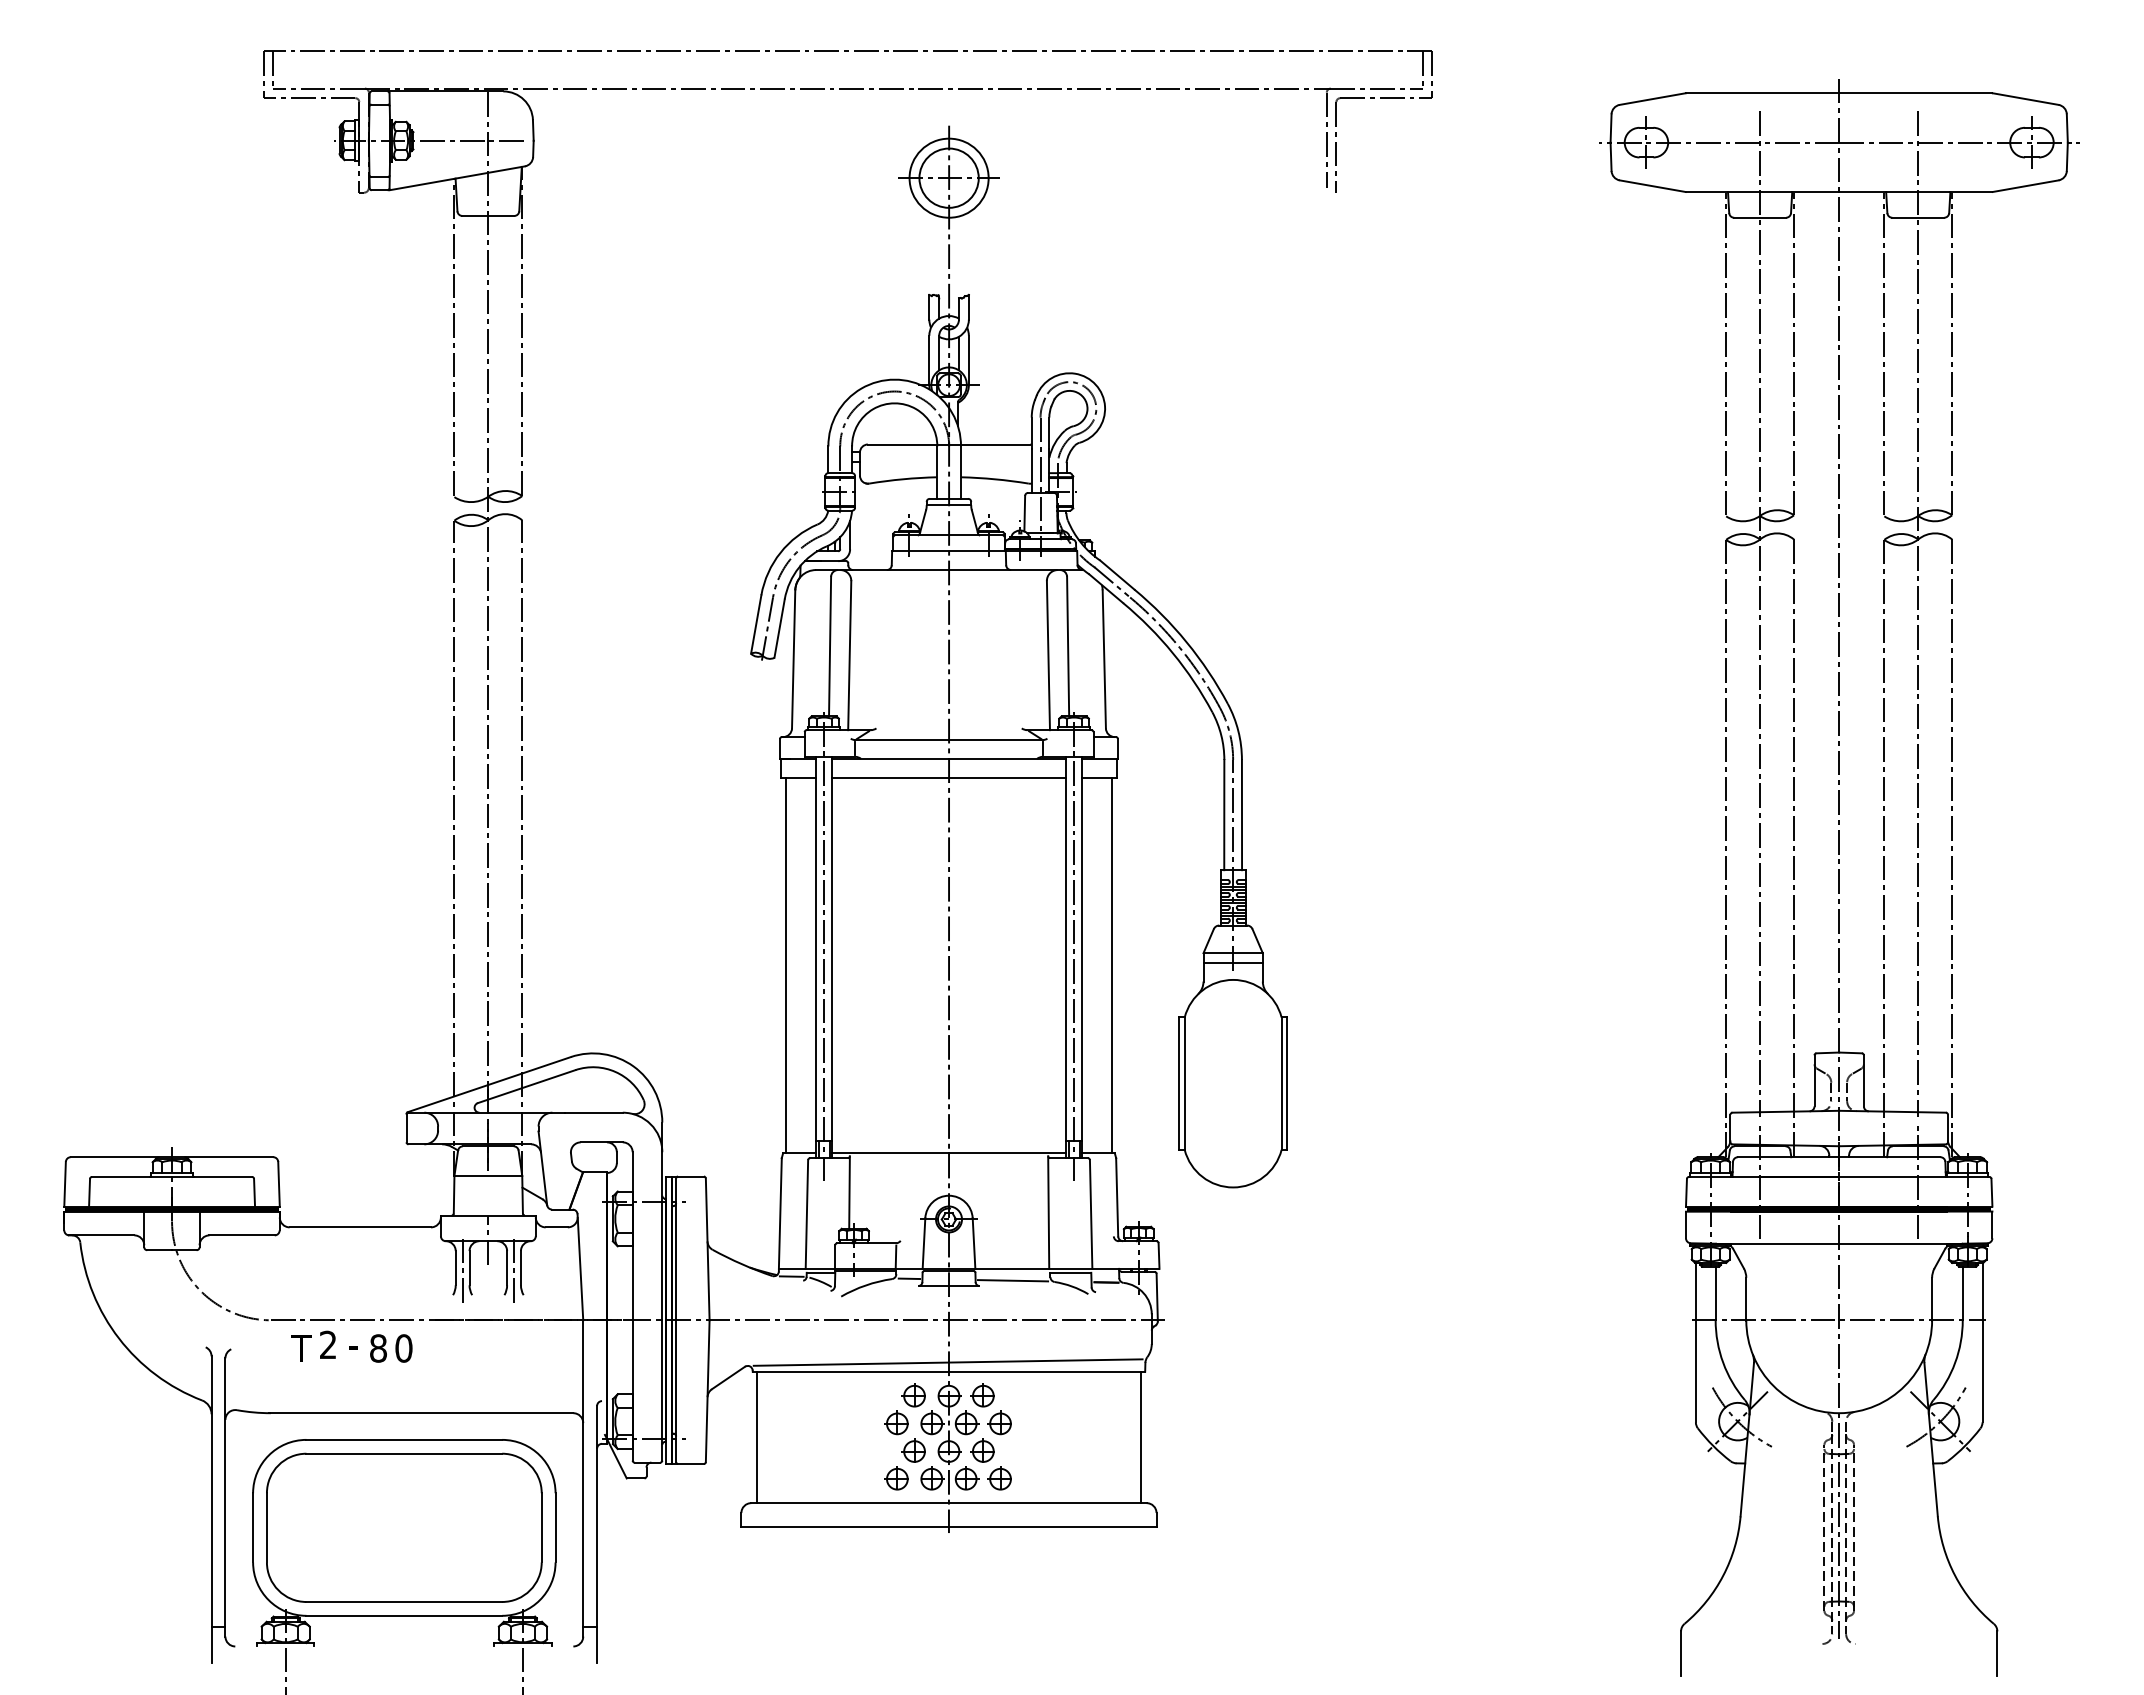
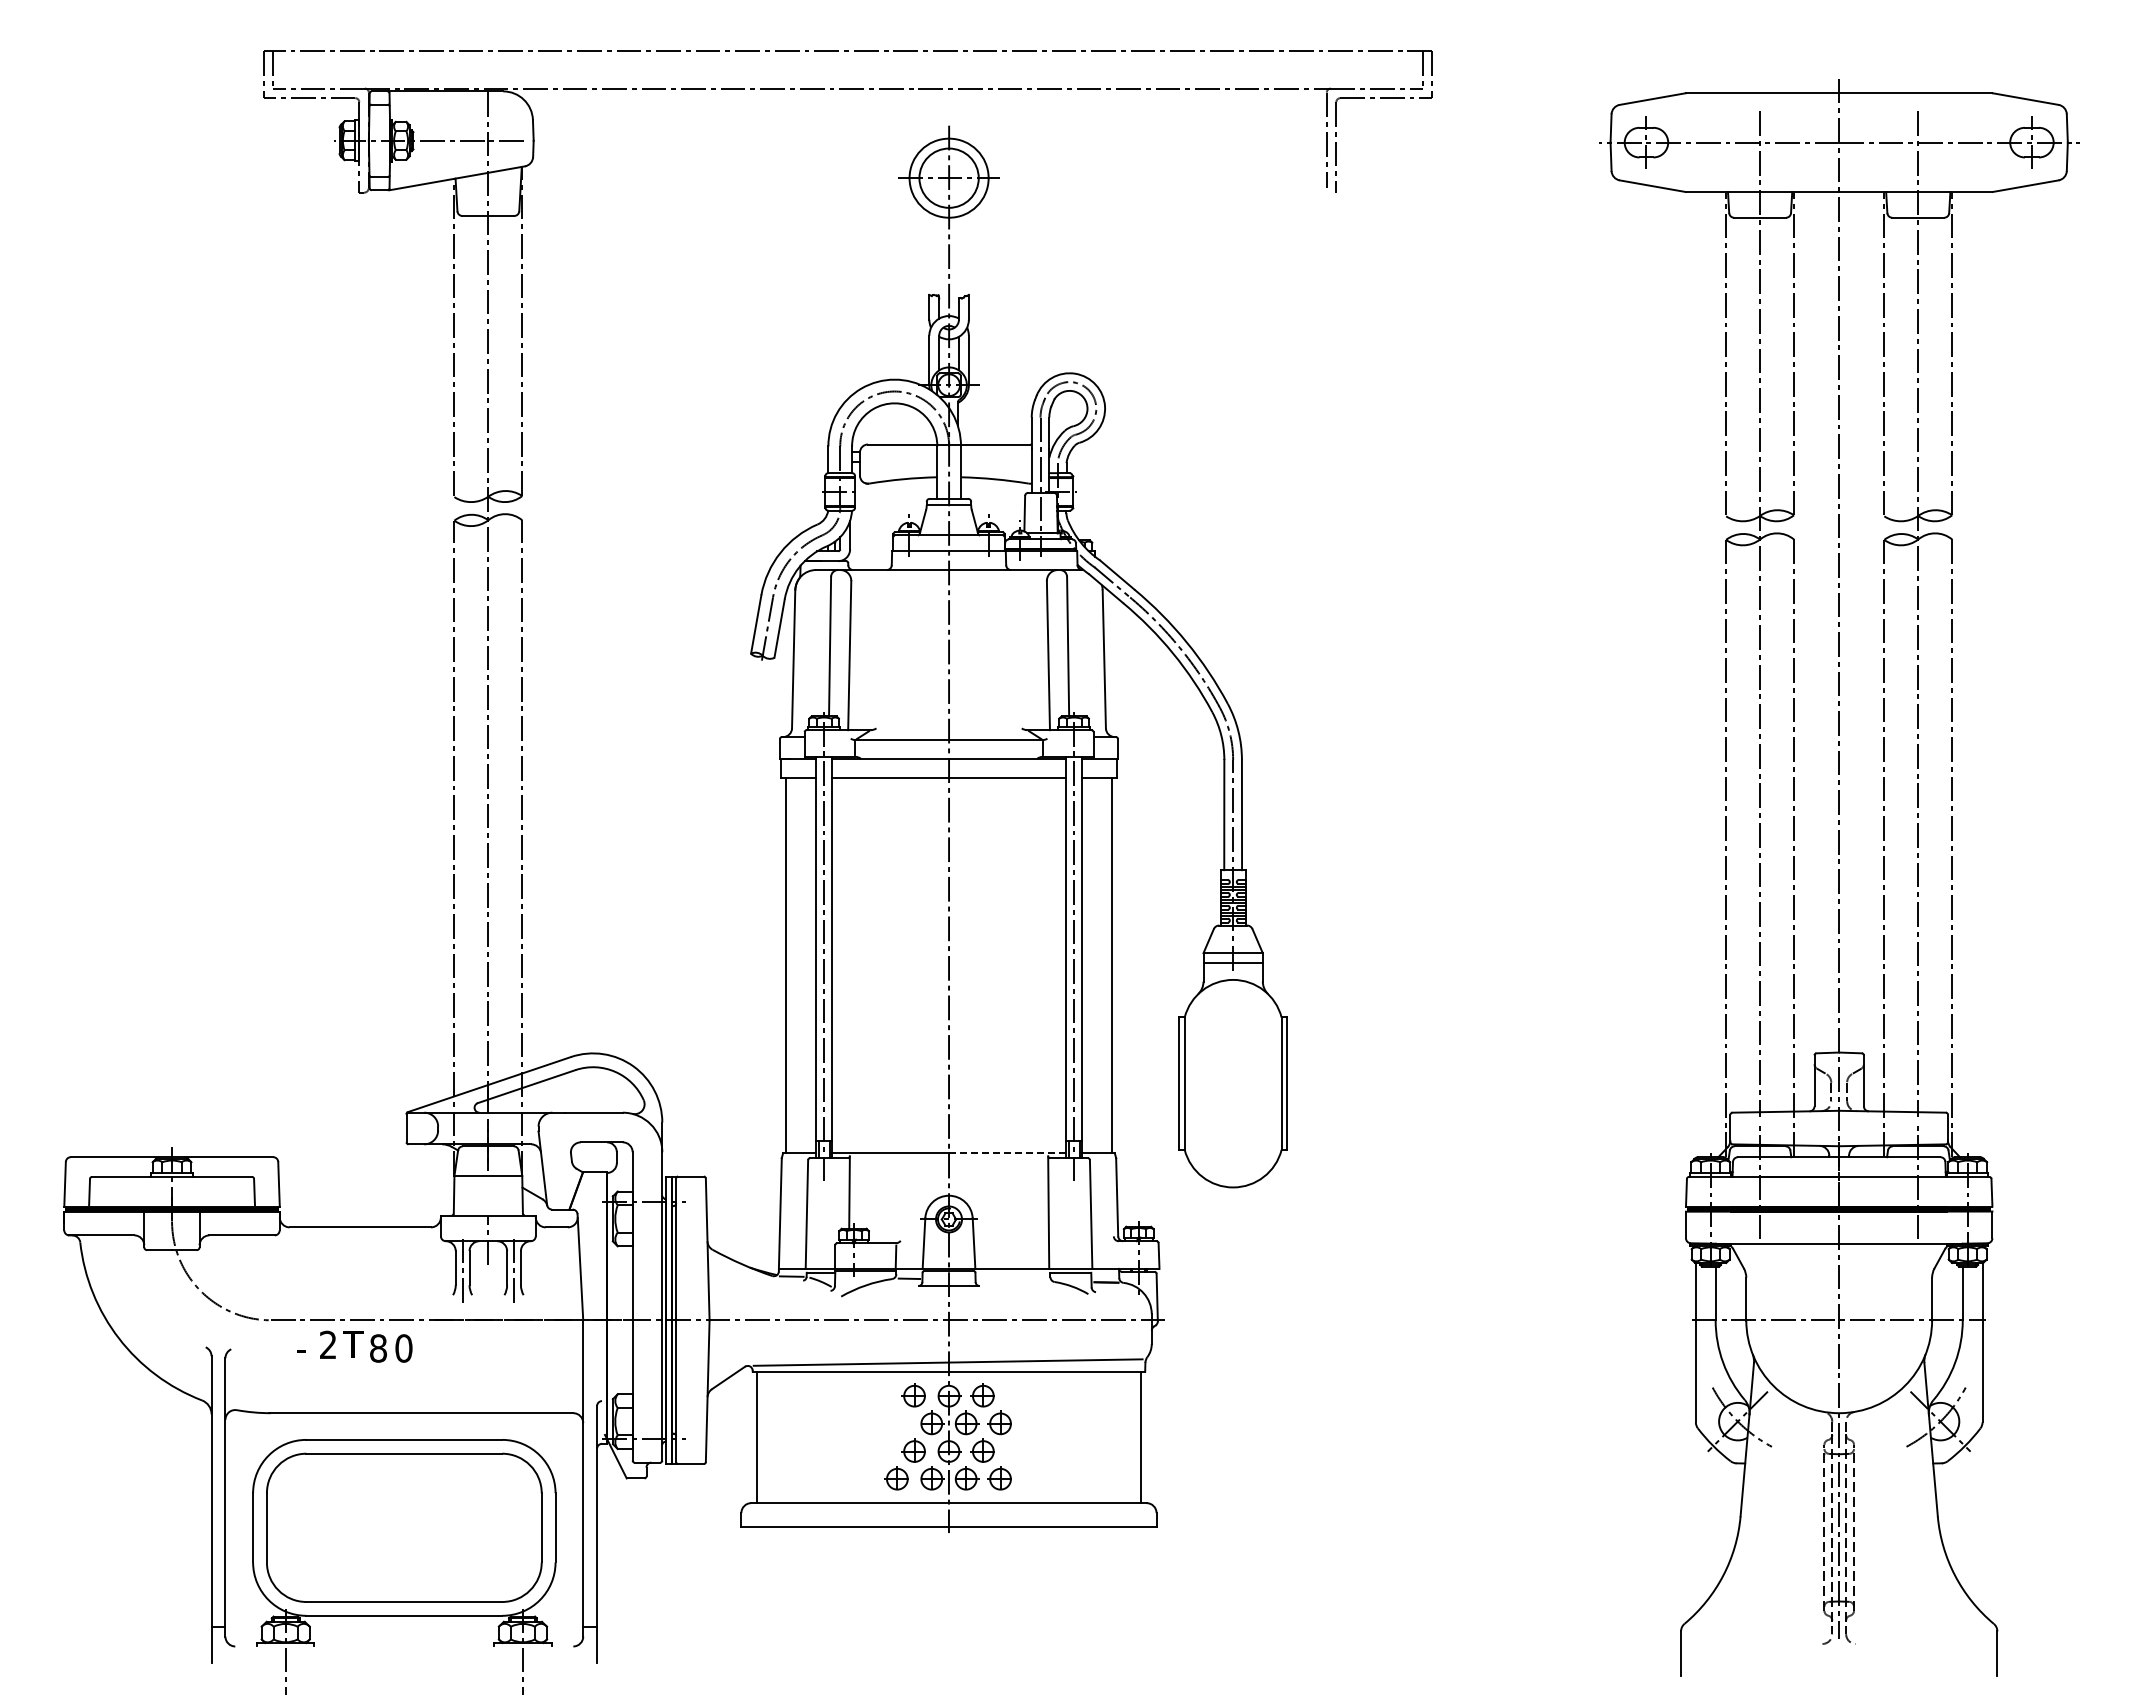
line at (1007, 1153): solid -> dashed
line at (1012, 1280): present -> none
text at (353, 1344): - -> T
text at (301, 1348): T -> -
part at (896, 1422): present -> none
